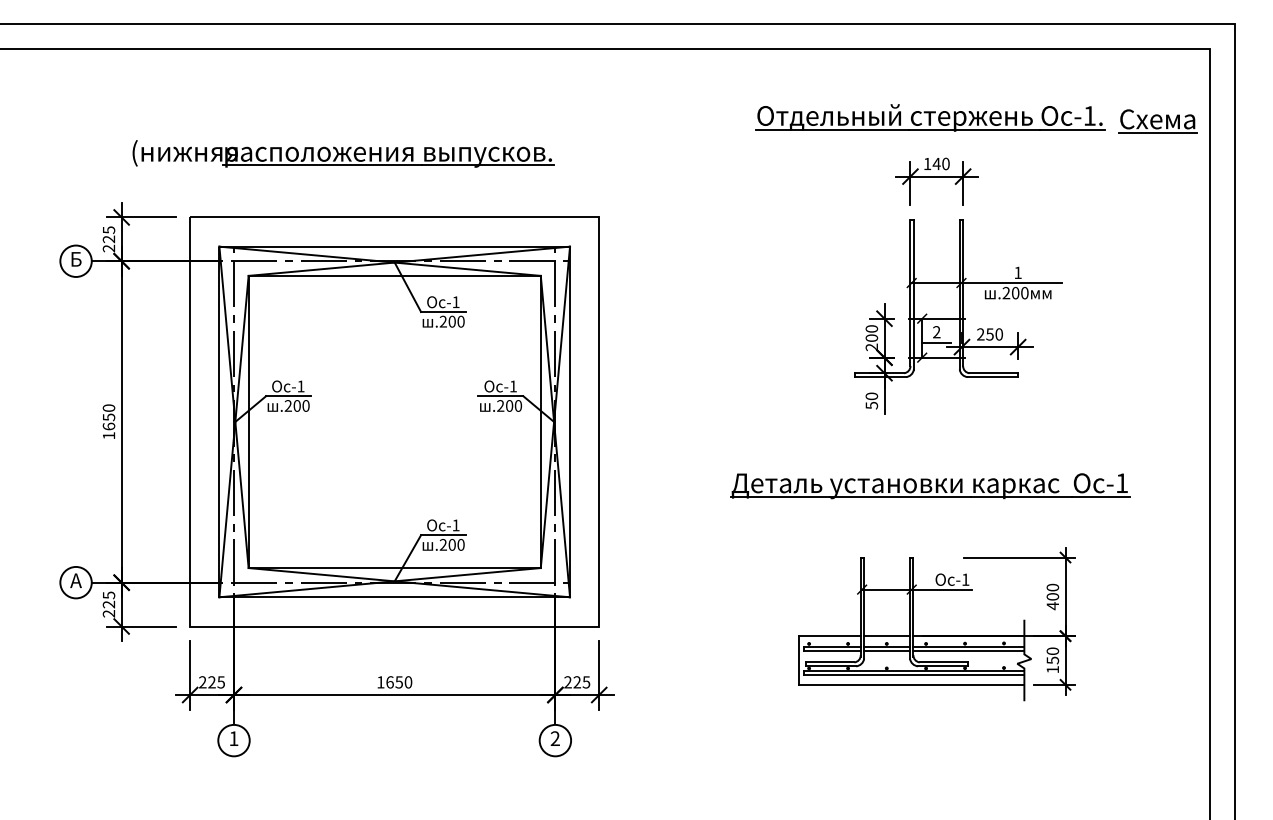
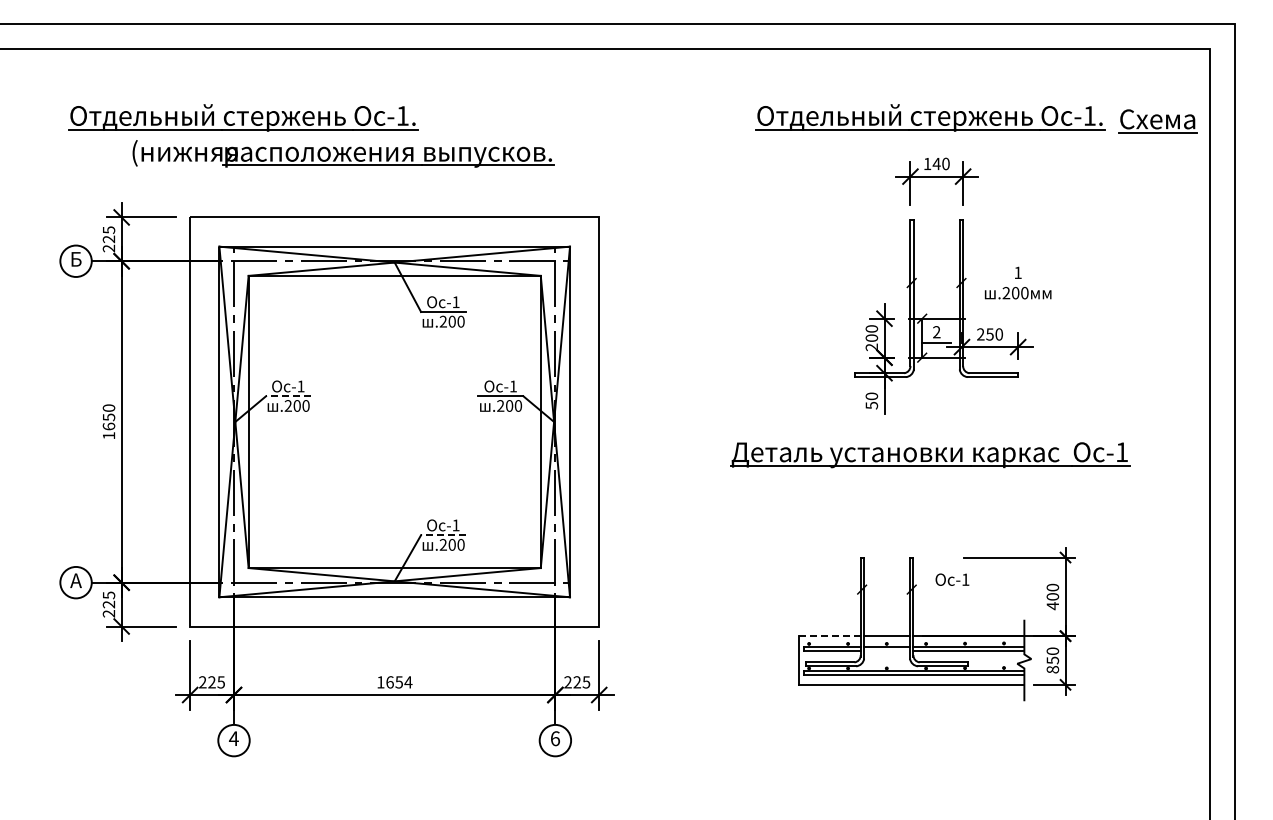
part at (243, 117): none -> present
line at (986, 283): present -> none
line at (288, 396): solid -> dashed
part at (930, 486) position: (930, 486) -> (930, 455)
line at (443, 535): solid -> dashed
line at (917, 589): present -> none
line at (830, 636): solid -> dashed
line at (886, 650): present -> none
text at (1052, 669): 150 -> 850
text at (408, 682): 1650 -> 1654
text at (233, 738): 1 -> 4
text at (554, 738): 2 -> 6
